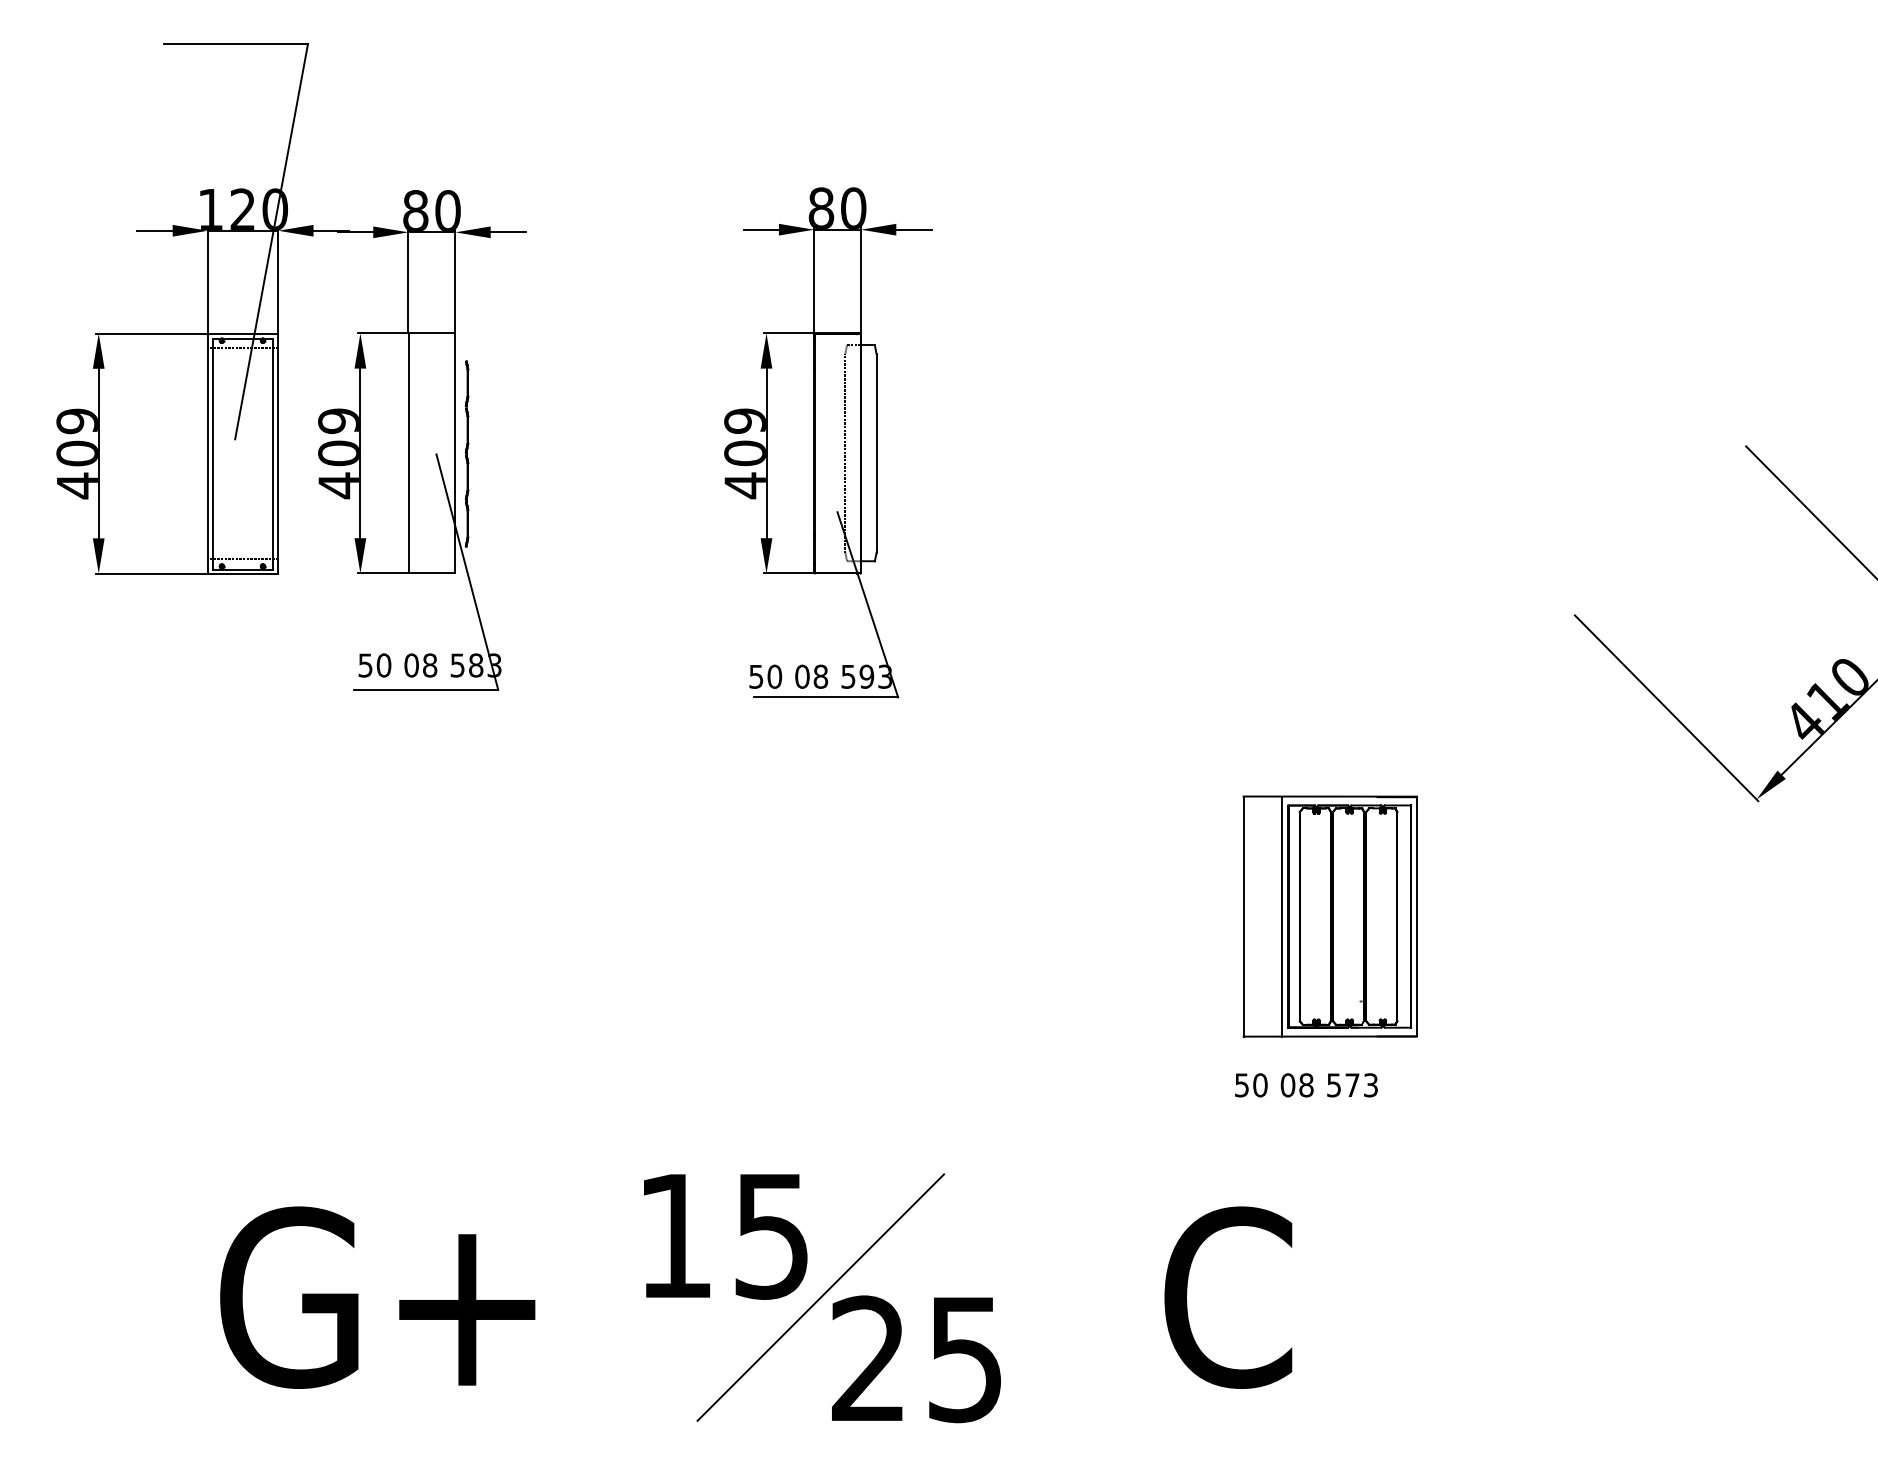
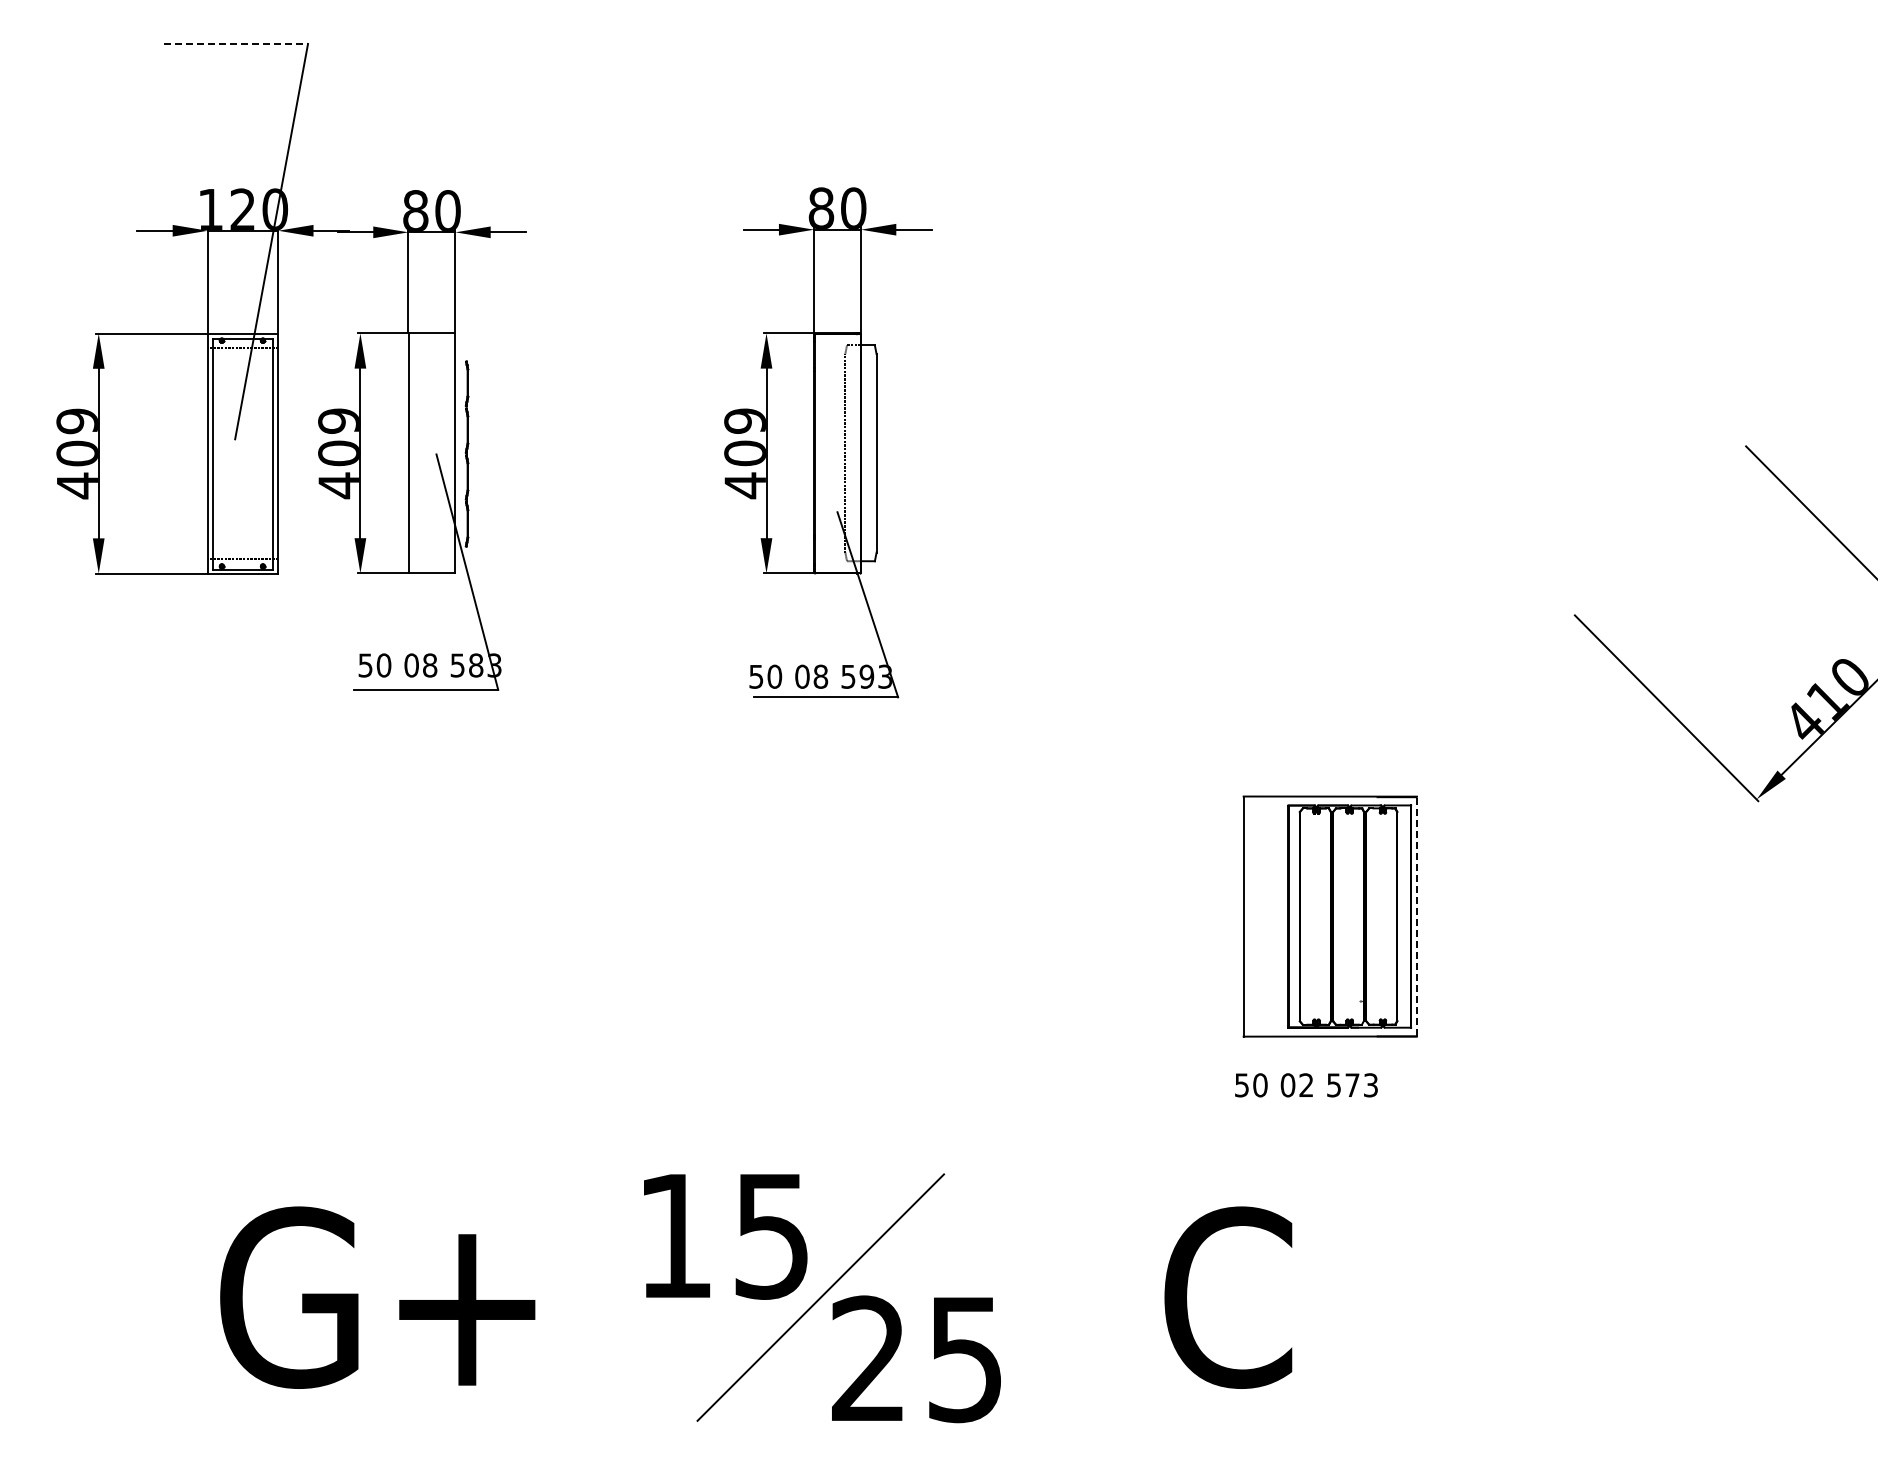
line at (236, 43): solid -> dashed
line at (1281, 916): present -> none
line at (1417, 916): solid -> dashed
text at (1306, 1085): 08 -> 02
